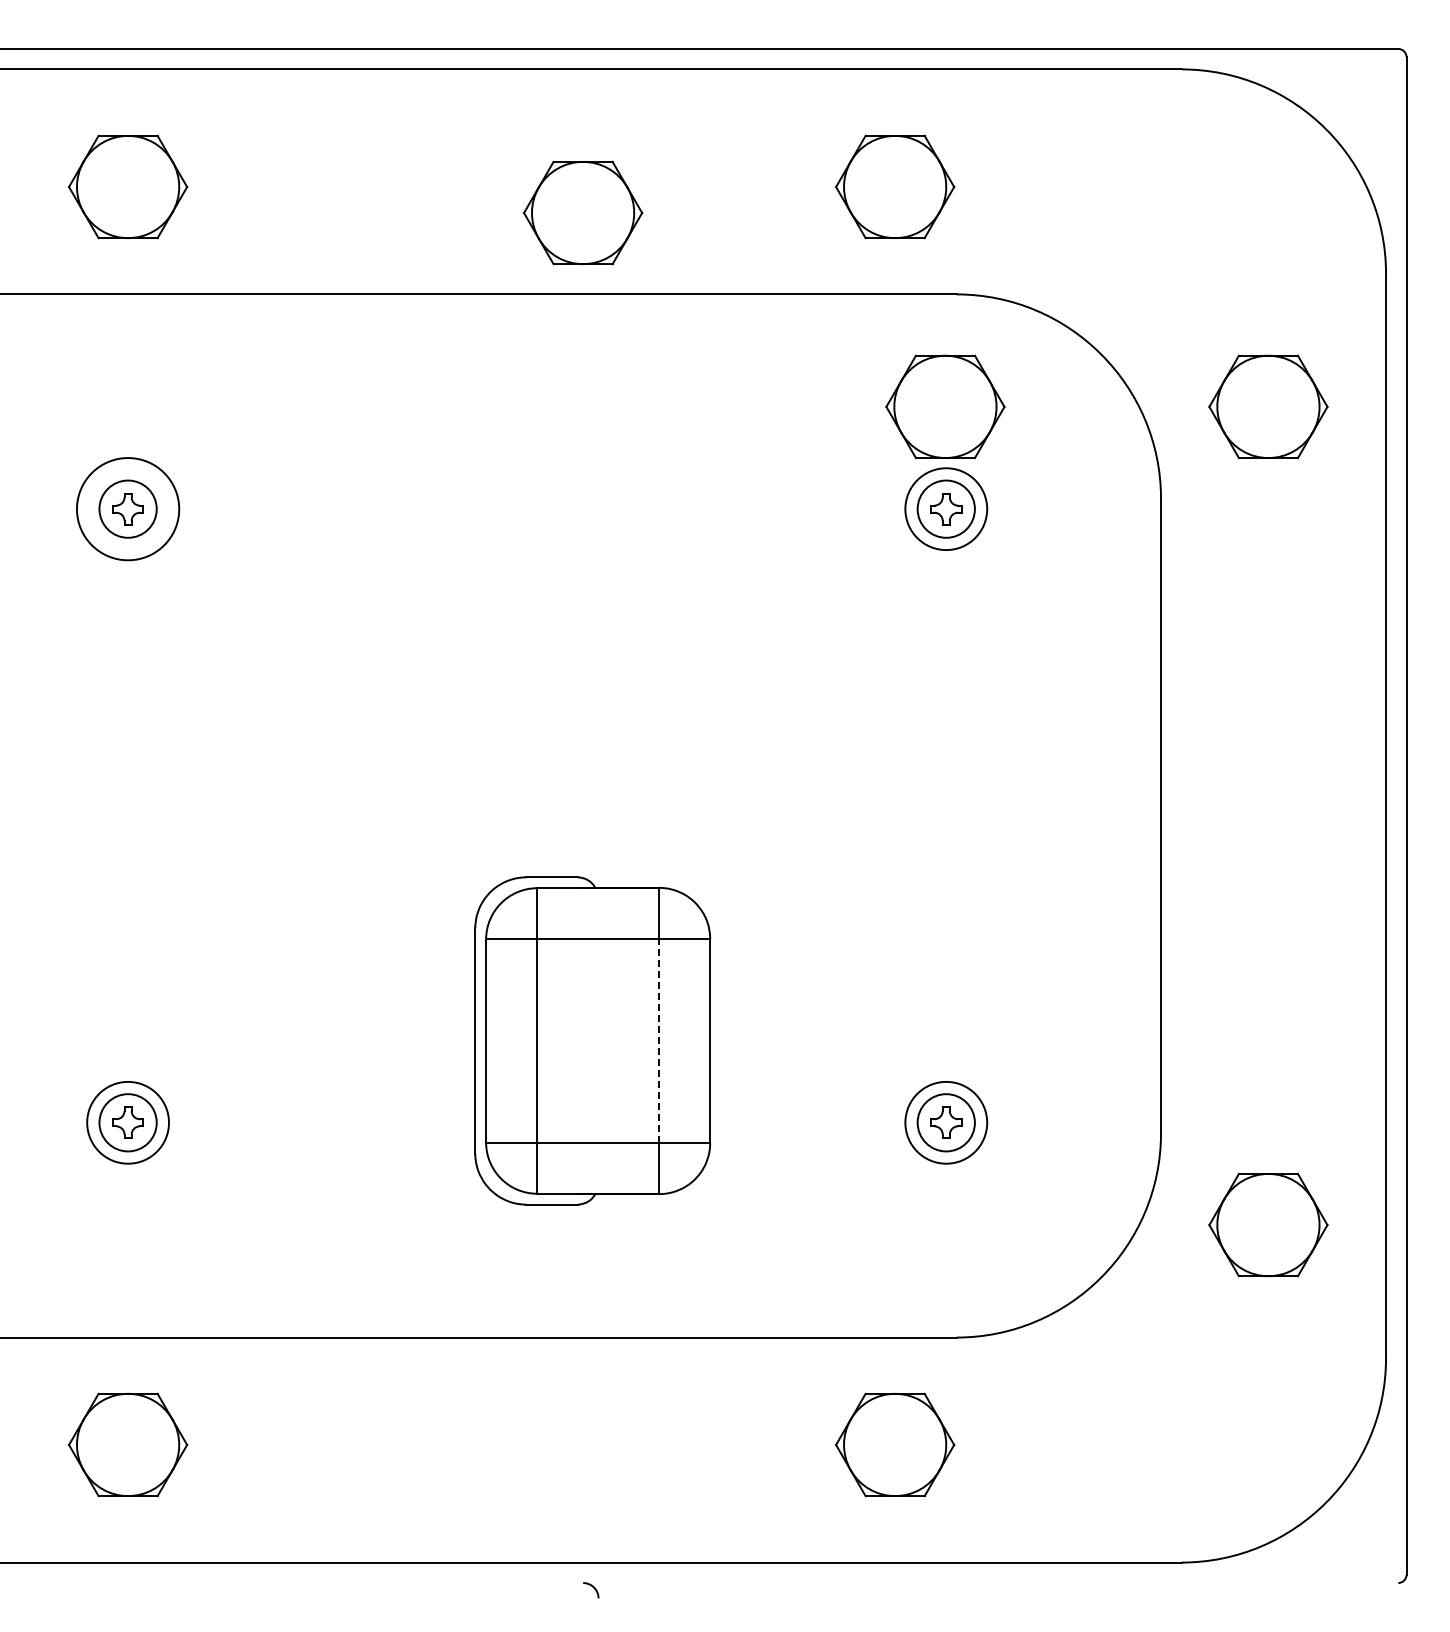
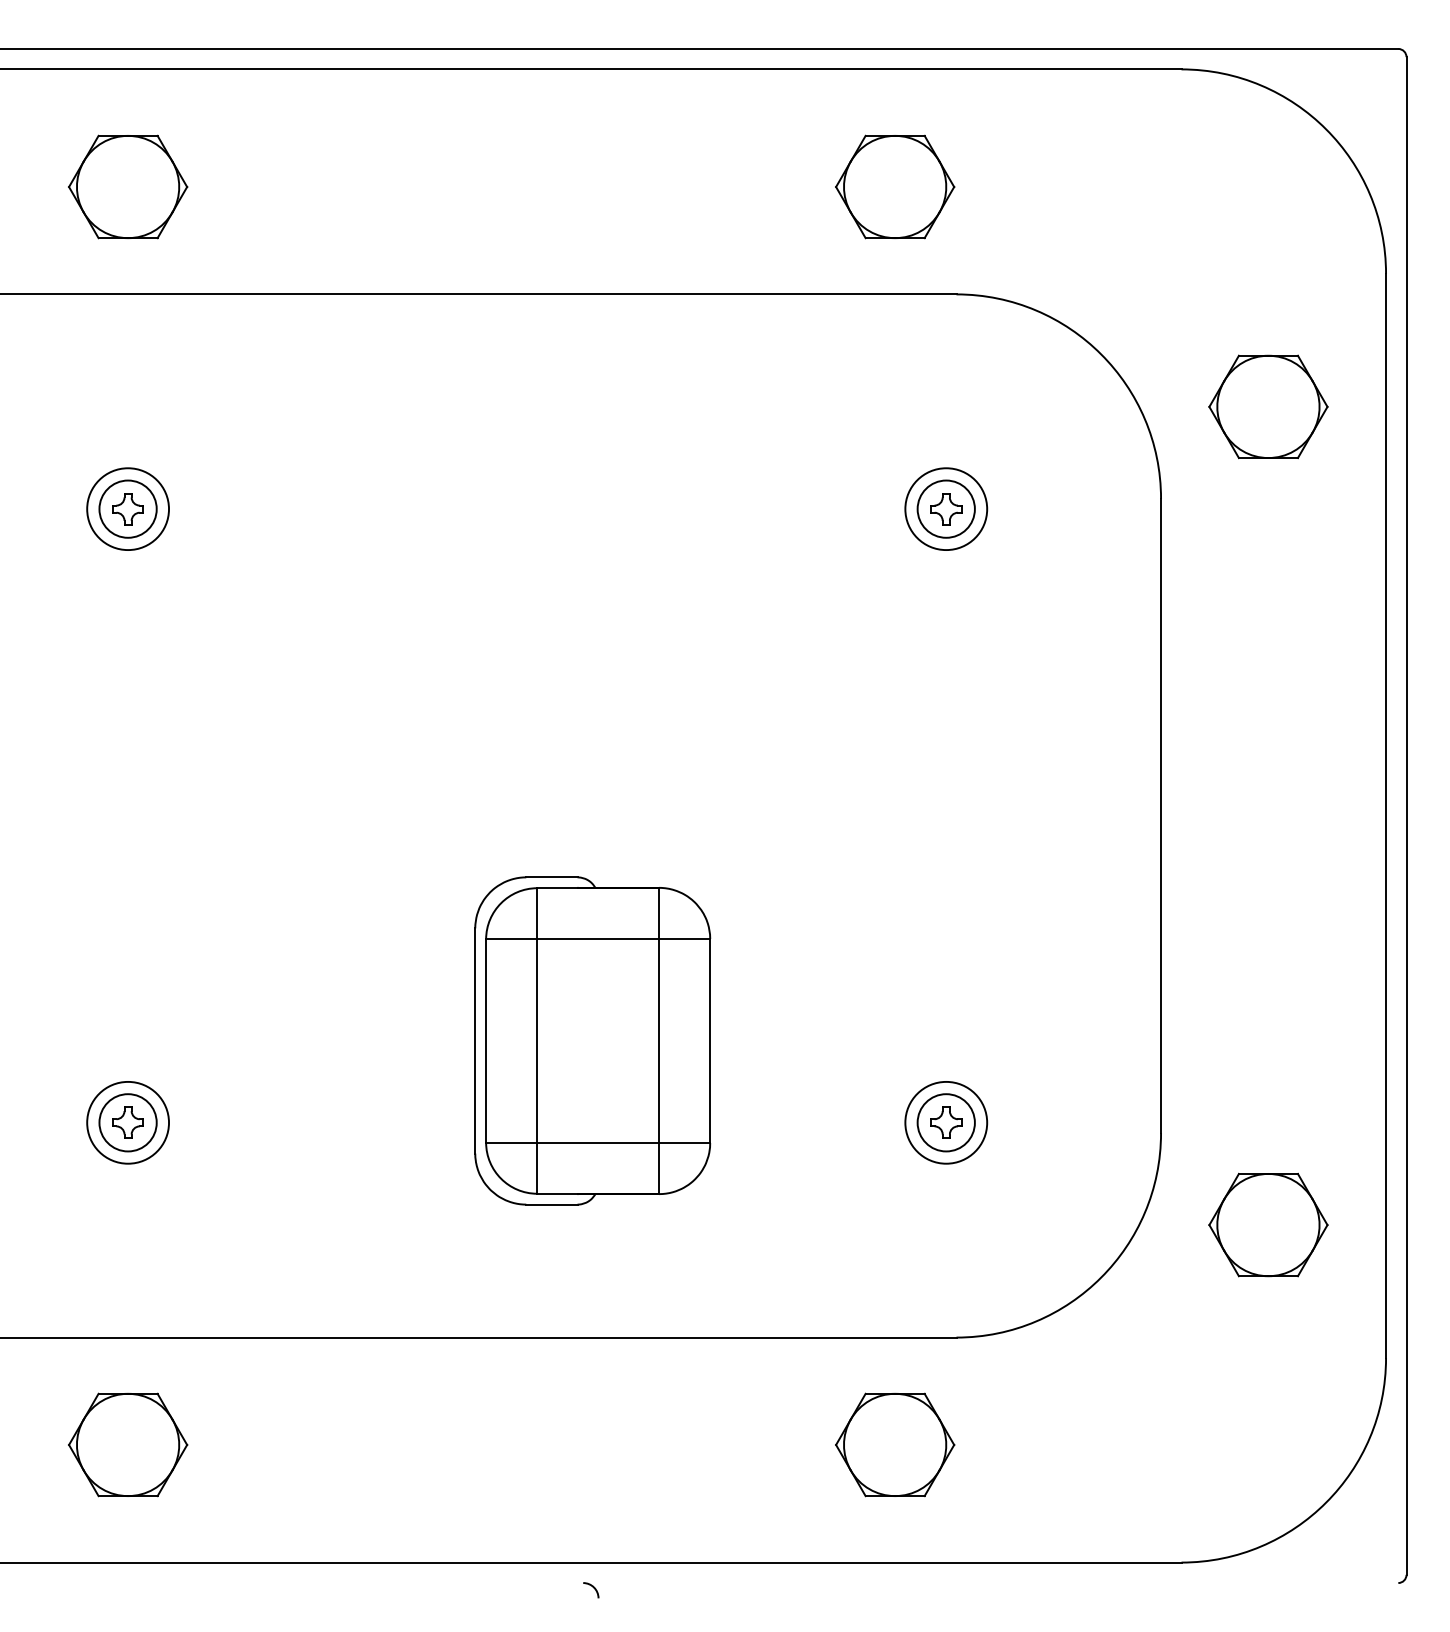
part at (583, 212): present -> none
part at (945, 406): present -> none
circle at (127, 509) diameter: 102 px -> 82 px
line at (658, 1040): dashed -> solid
